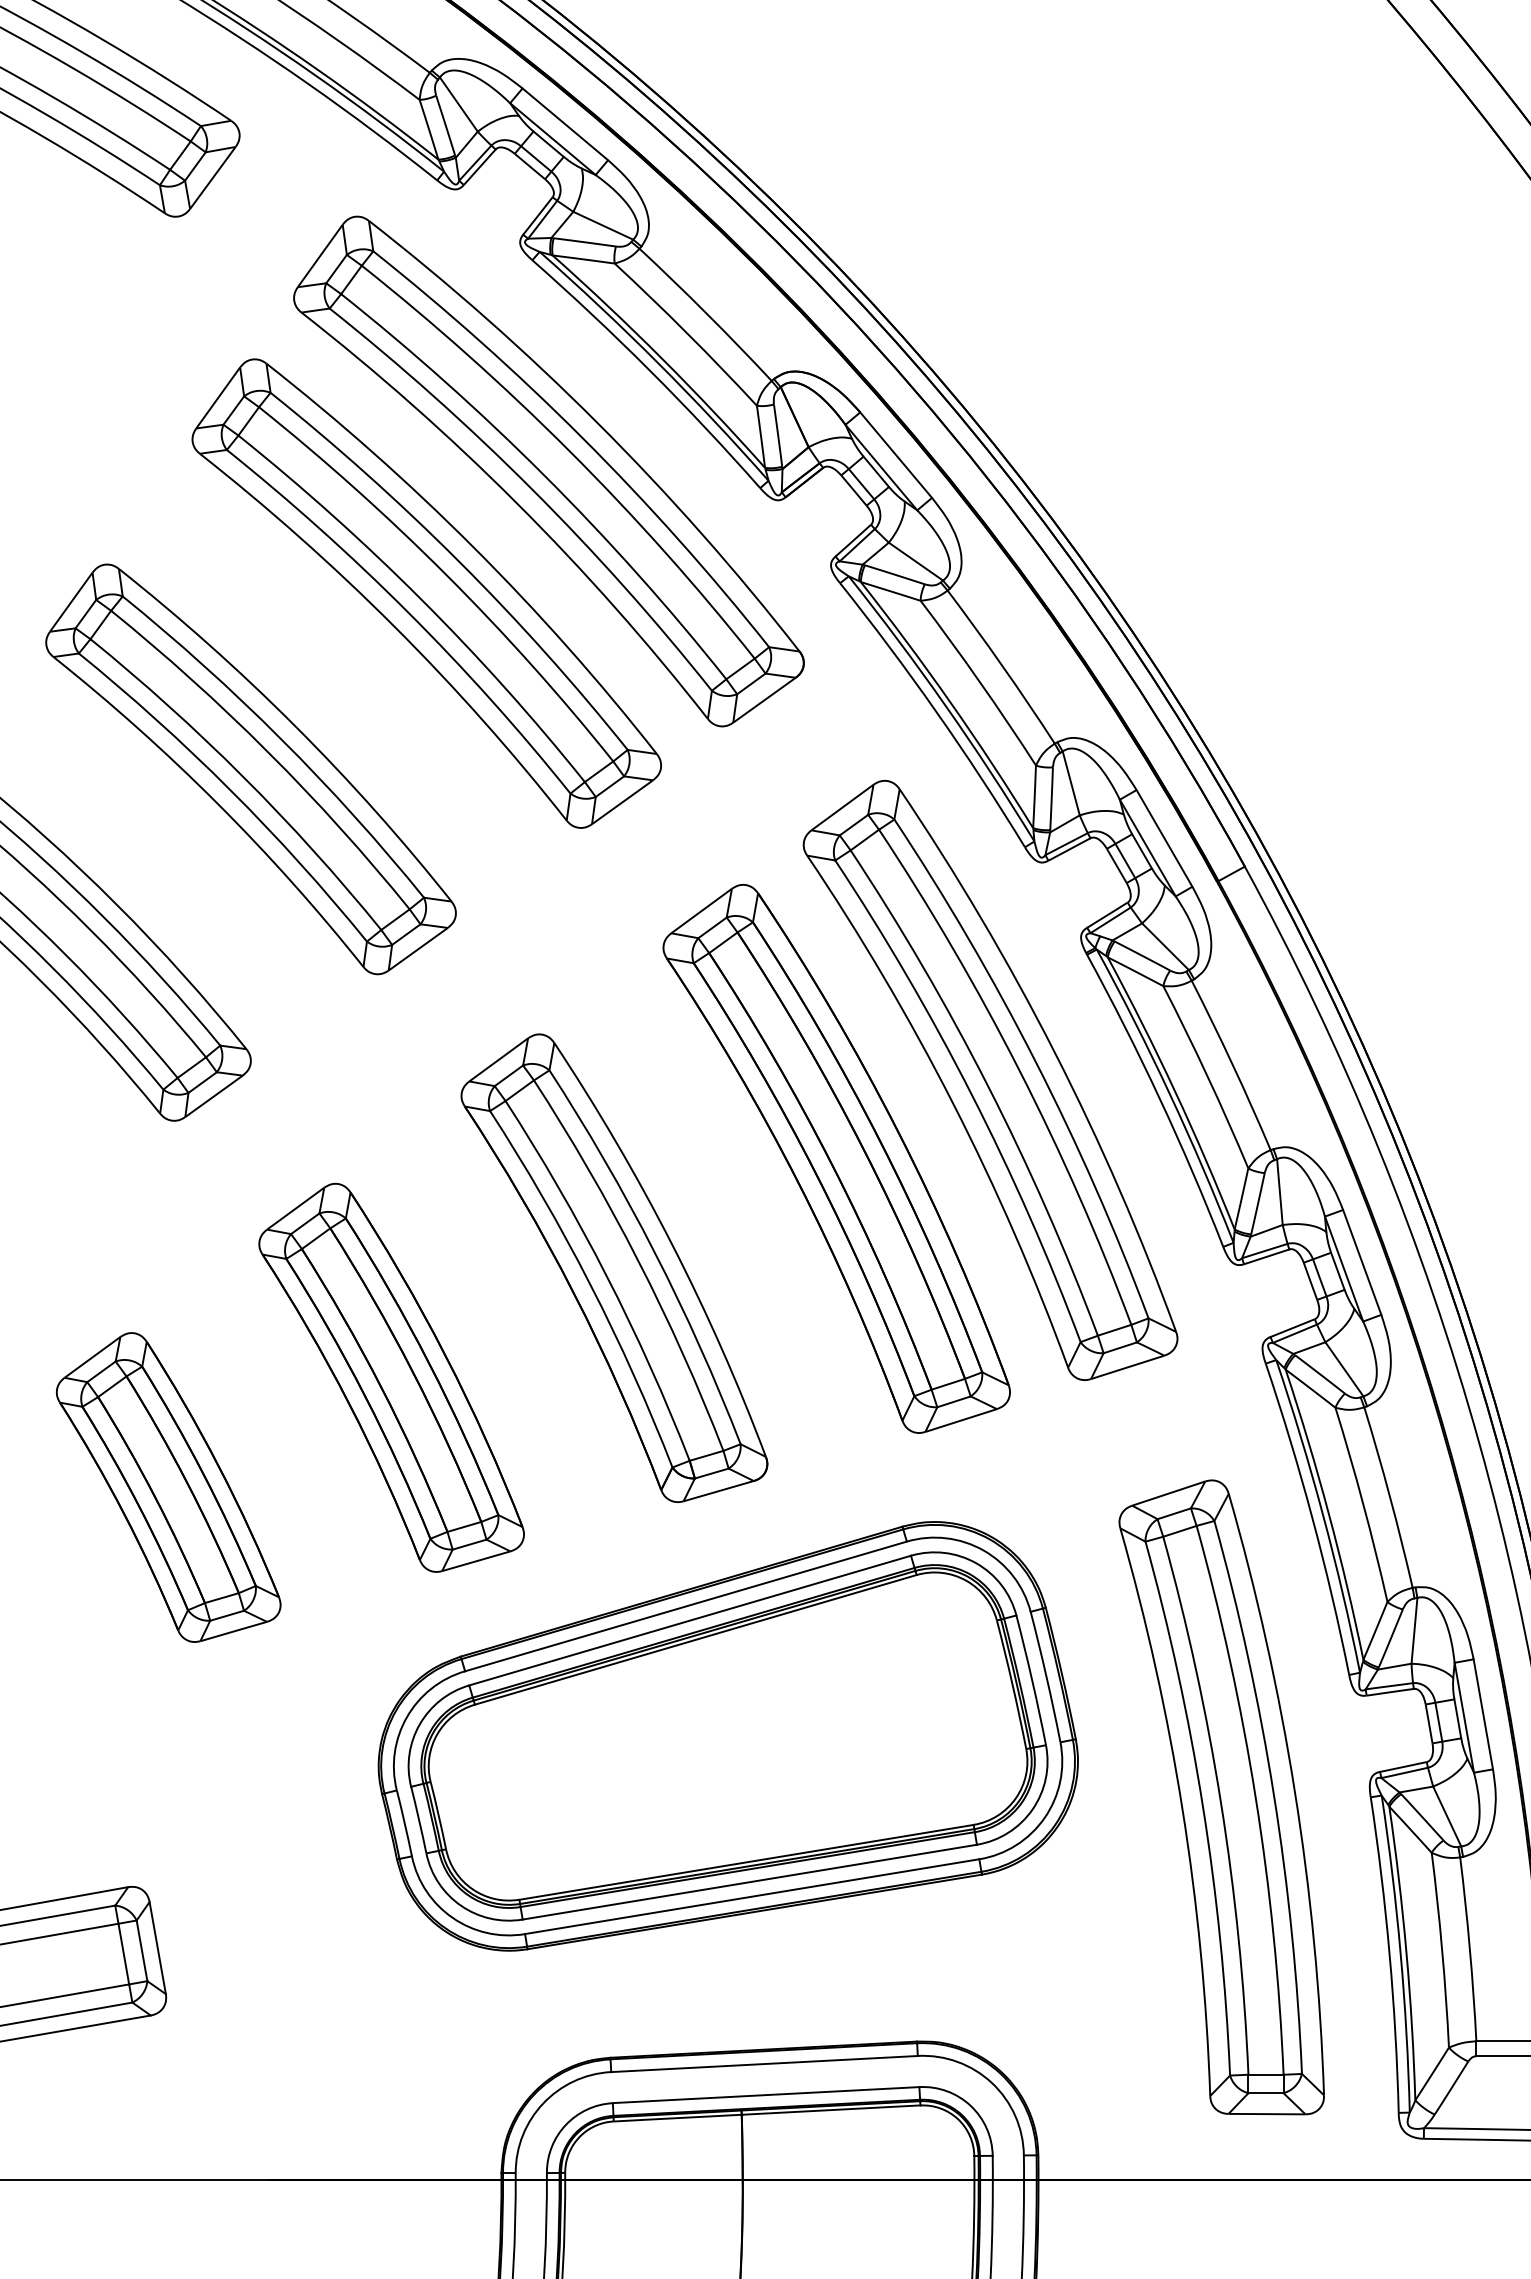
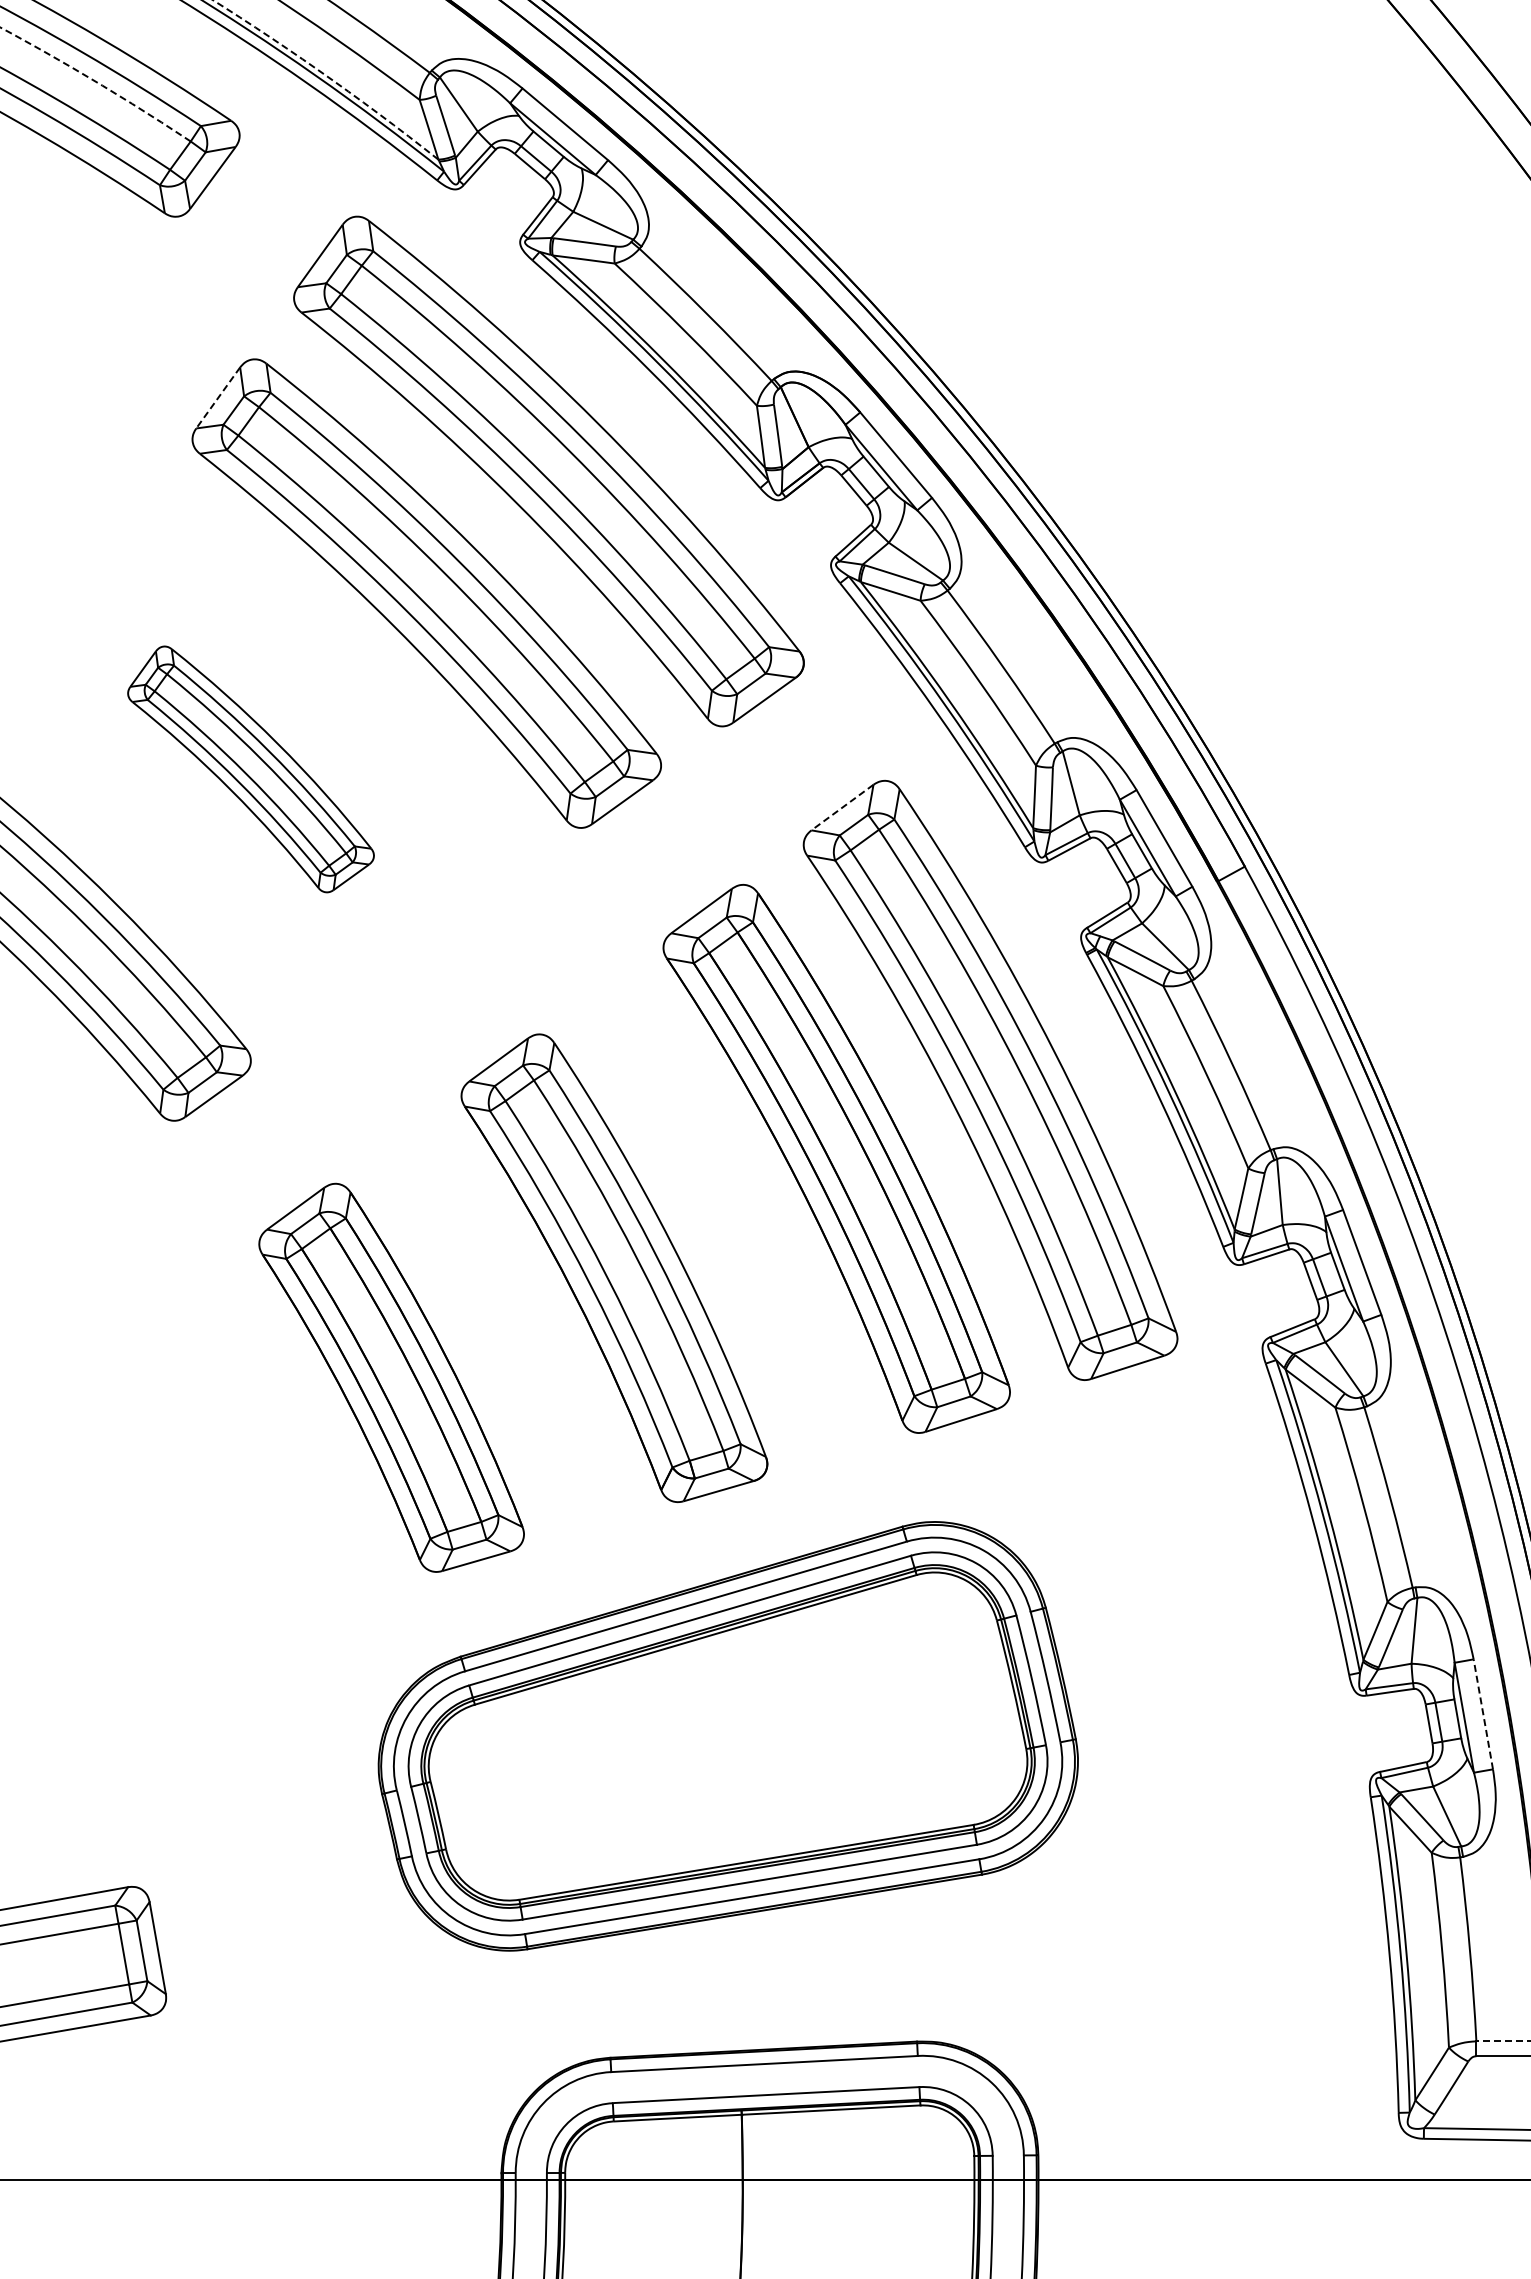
arc at (327, 76): solid -> dashed
arc at (96, 82): solid -> dashed
line at (217, 398): solid -> dashed
part at (250, 769) size: 412x413 px -> 248x249 px
line at (841, 808): solid -> dashed
part at (168, 1487): present -> none
line at (1483, 1714): solid -> dashed
part at (1221, 1797): present -> none
line at (1503, 2041): solid -> dashed
